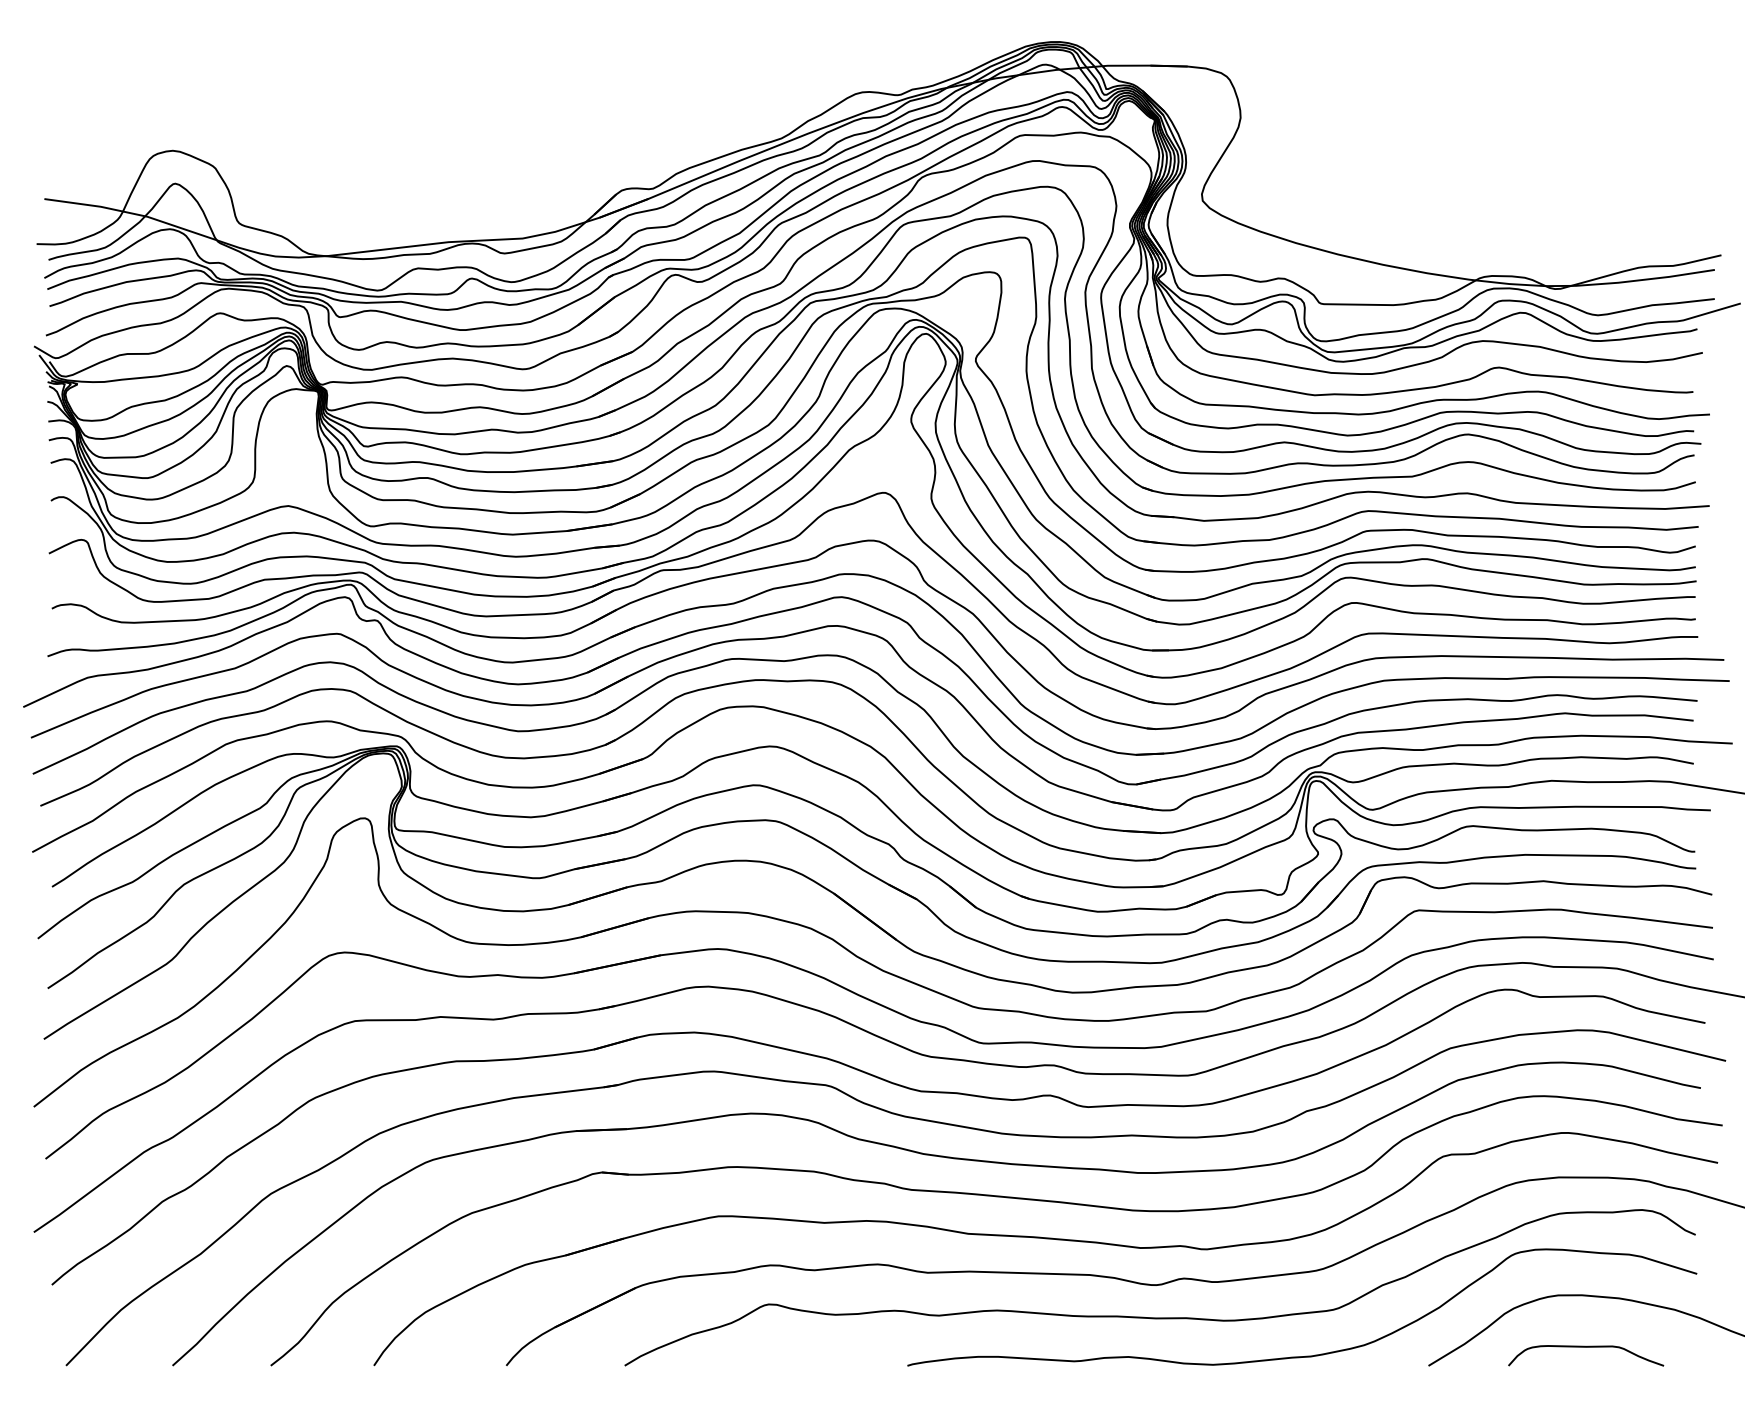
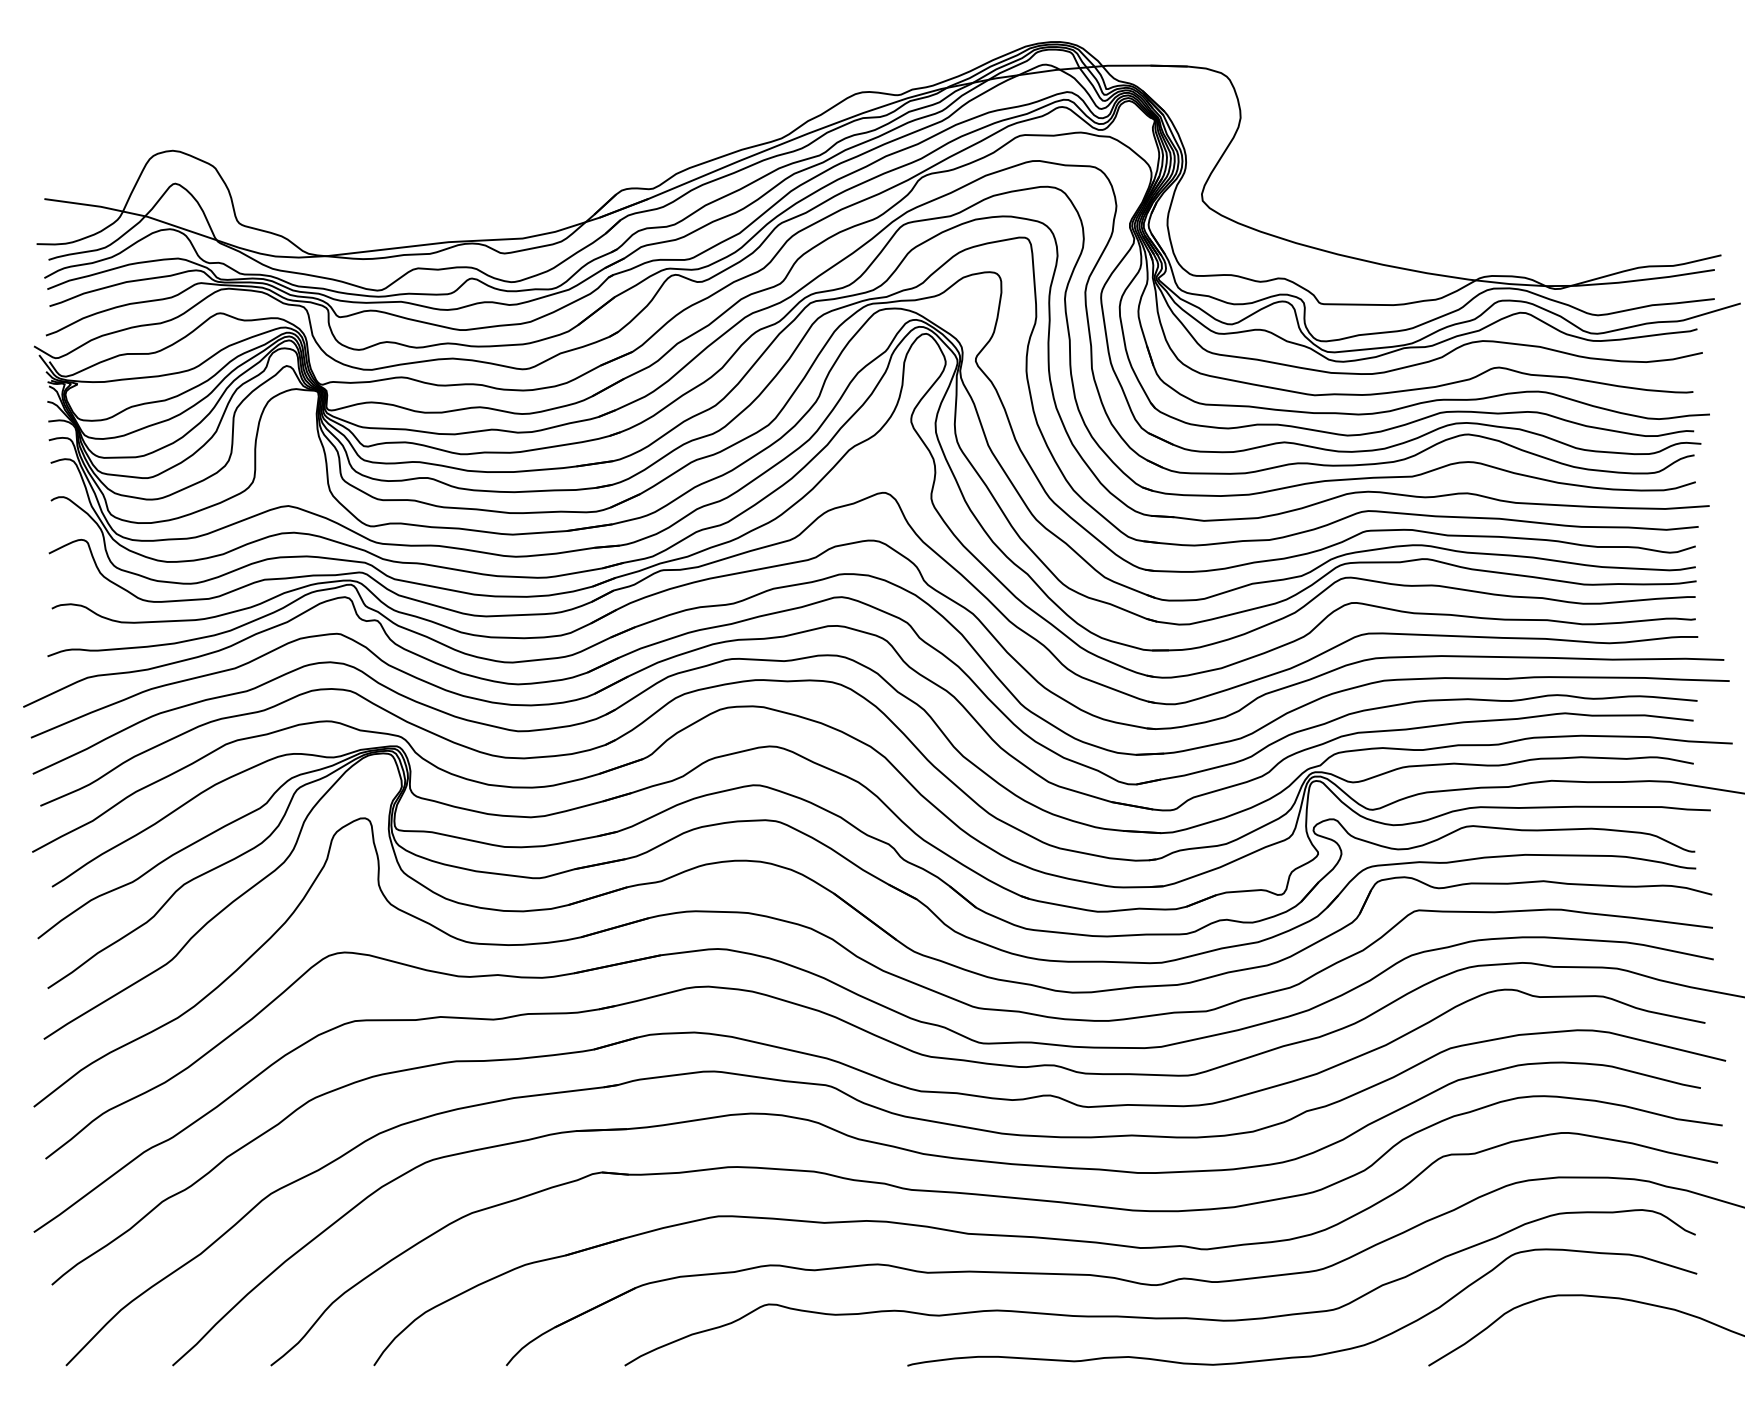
curve at (1586, 1347): present -> none
